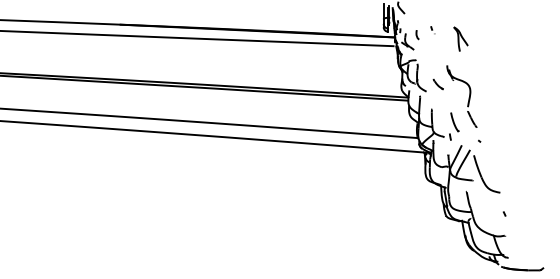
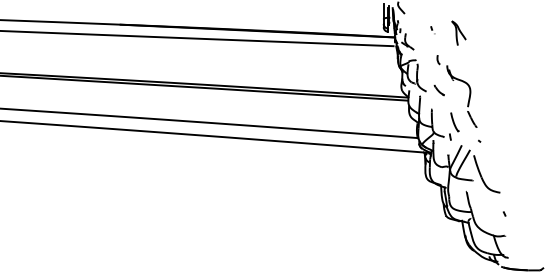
curve at (417, 35) position: (417, 35) -> (438, 60)
part at (460, 38) position: (460, 38) -> (458, 32)
line at (437, 84) position: (437, 84) -> (438, 90)
